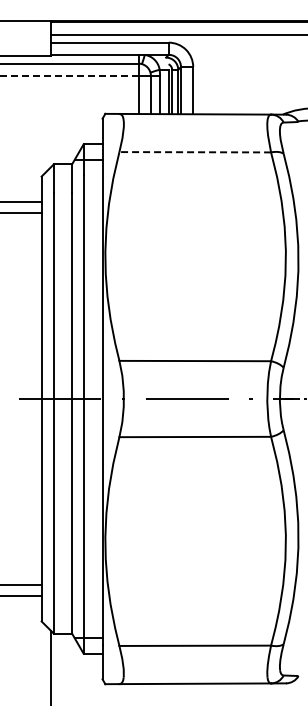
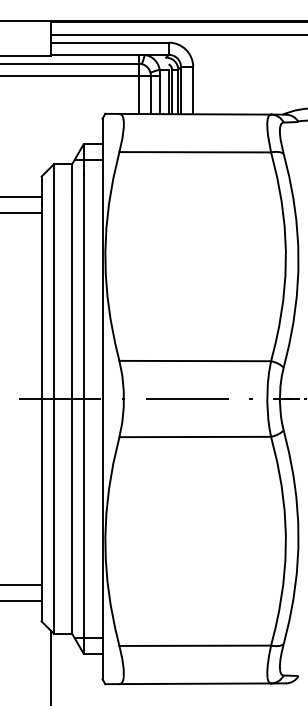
line at (69, 75): dashed -> solid
line at (195, 152): dashed -> solid
line at (22, 202) position: (22, 202) -> (22, 197)
line at (21, 595) position: (21, 595) -> (21, 600)
